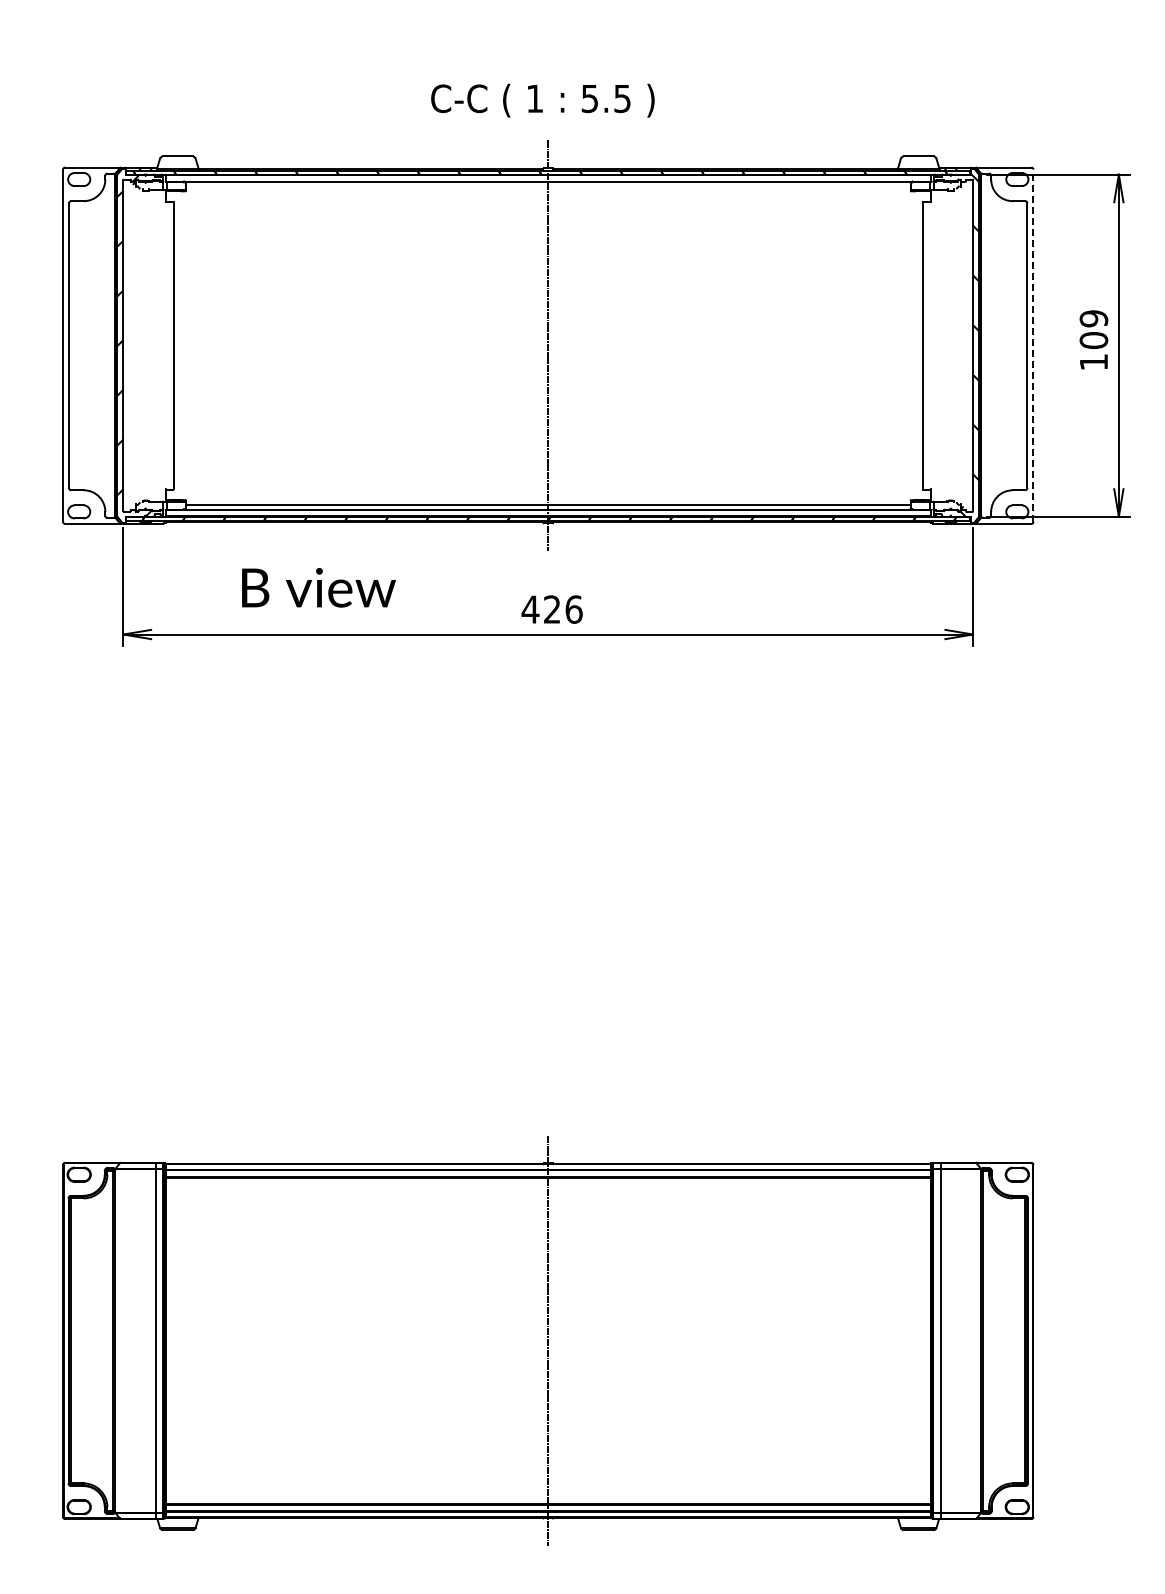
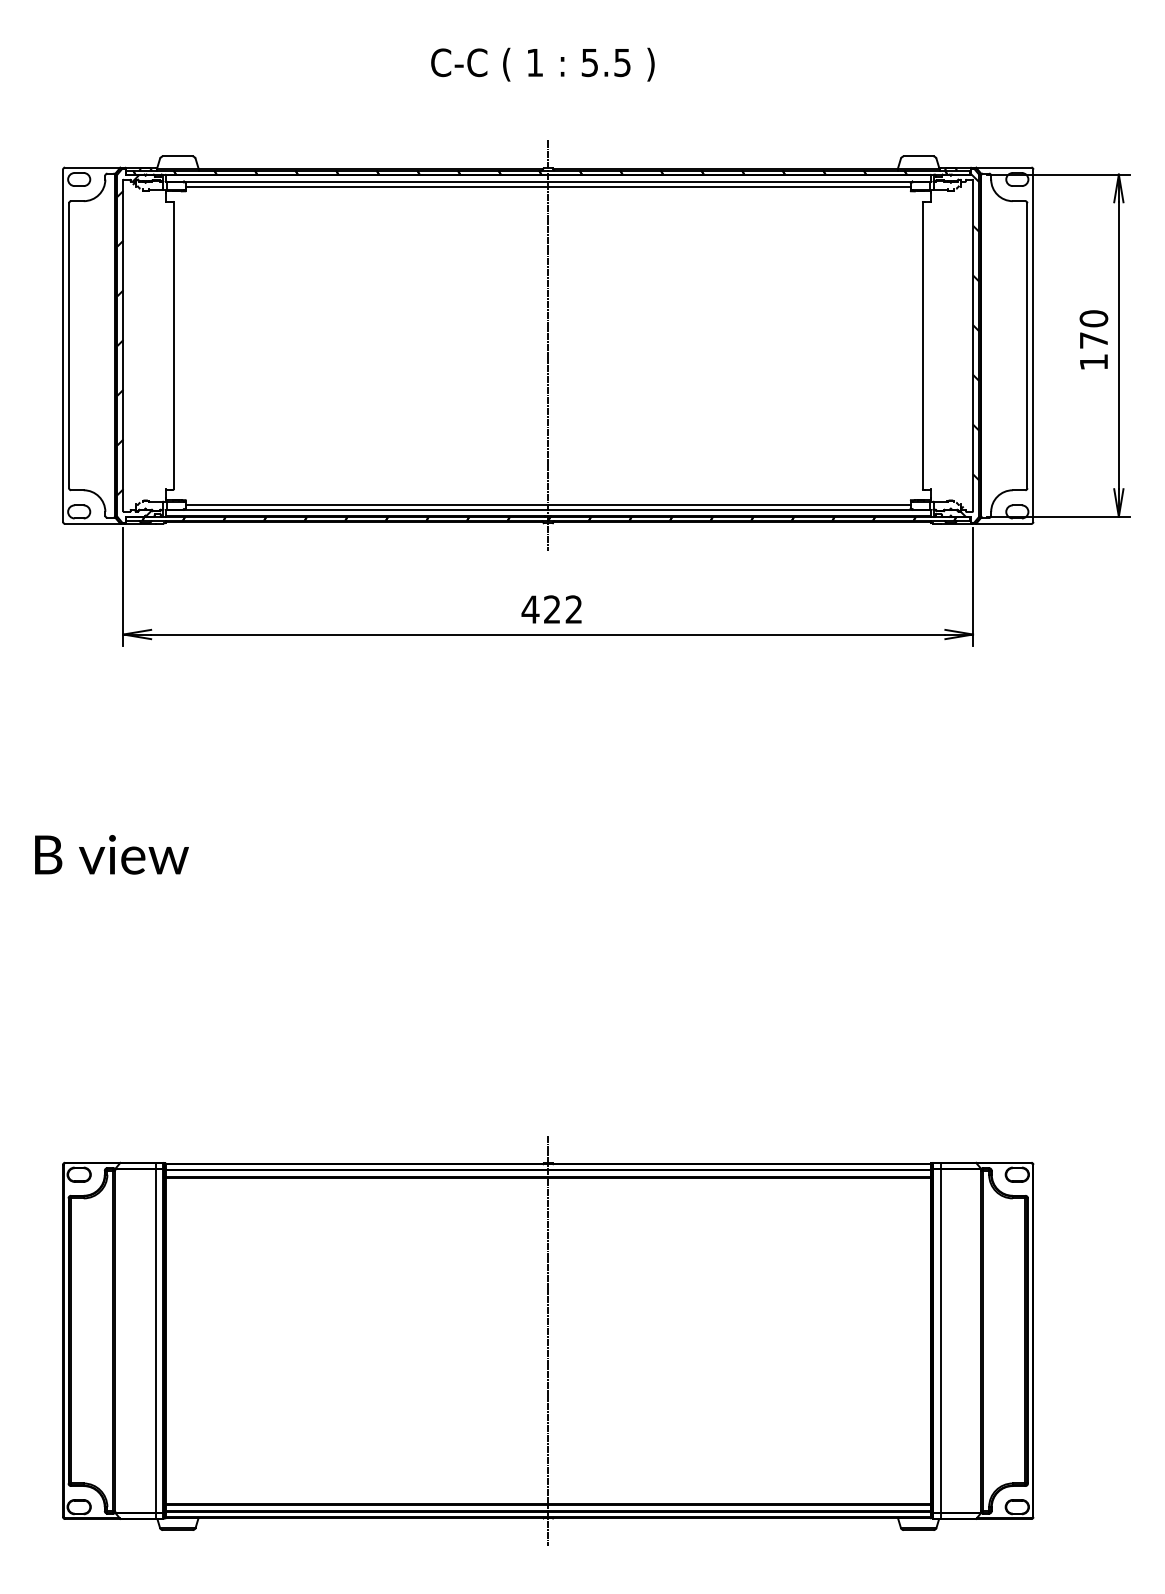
text at (542, 100) position: (542, 100) -> (542, 64)
line at (547, 186): none -> present
text at (1093, 329): 109 -> 170
line at (1033, 345): dashed -> solid
text at (318, 587) position: (318, 587) -> (111, 854)
text at (573, 609): 426 -> 422
